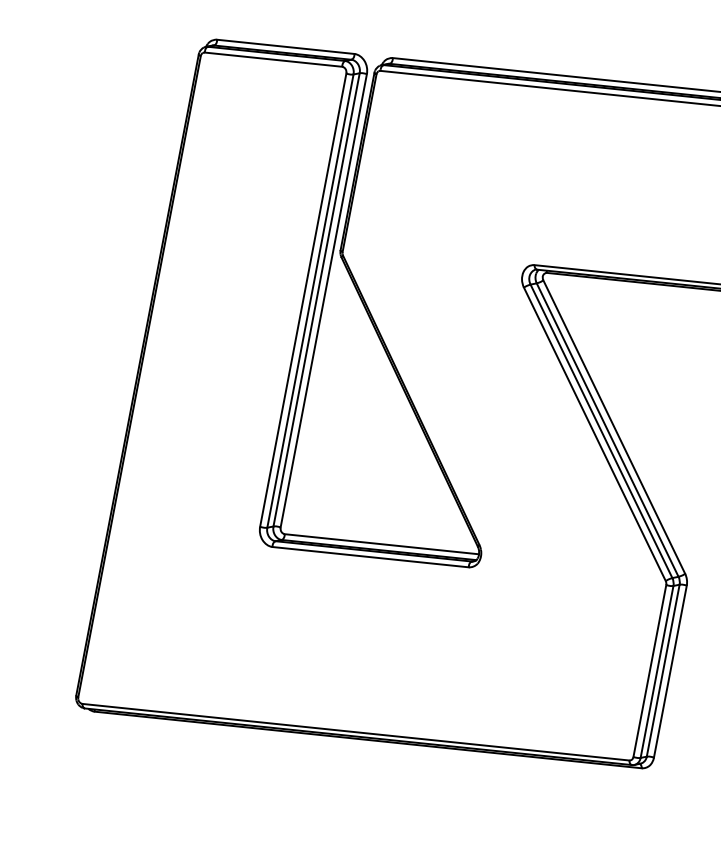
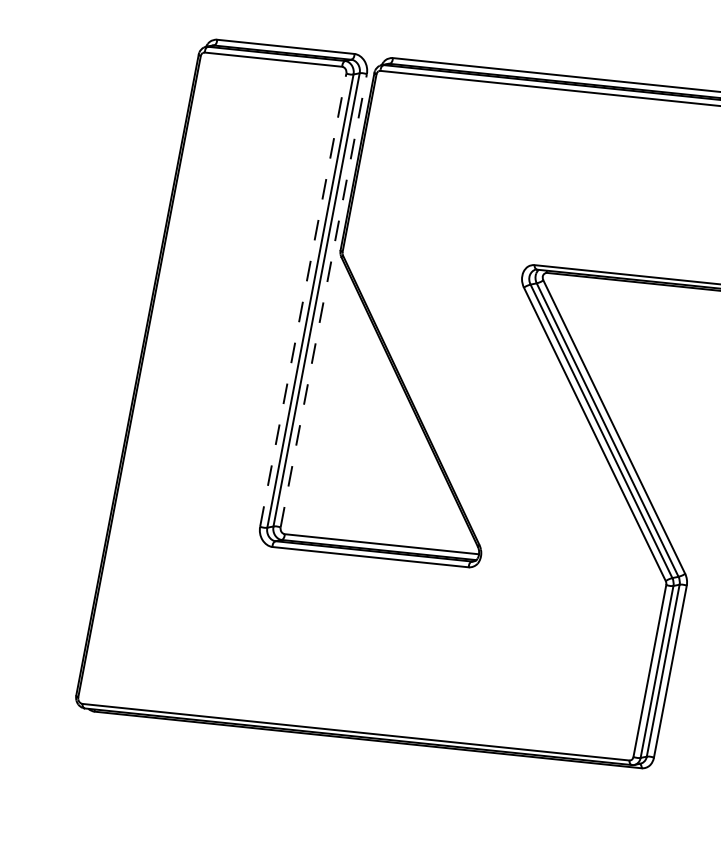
line at (303, 300): solid -> dashed
line at (323, 300): solid -> dashed
